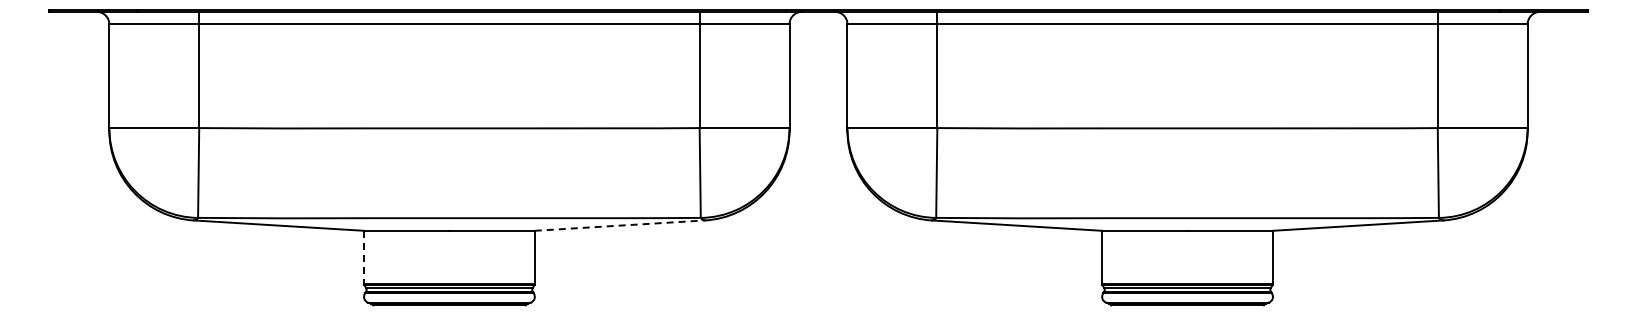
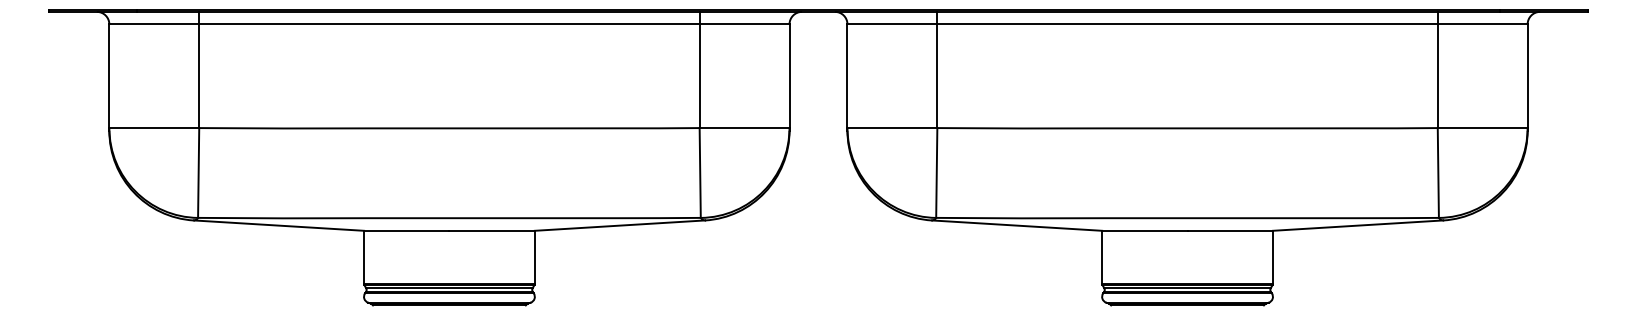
line at (620, 225): dashed -> solid
line at (364, 257): dashed -> solid
